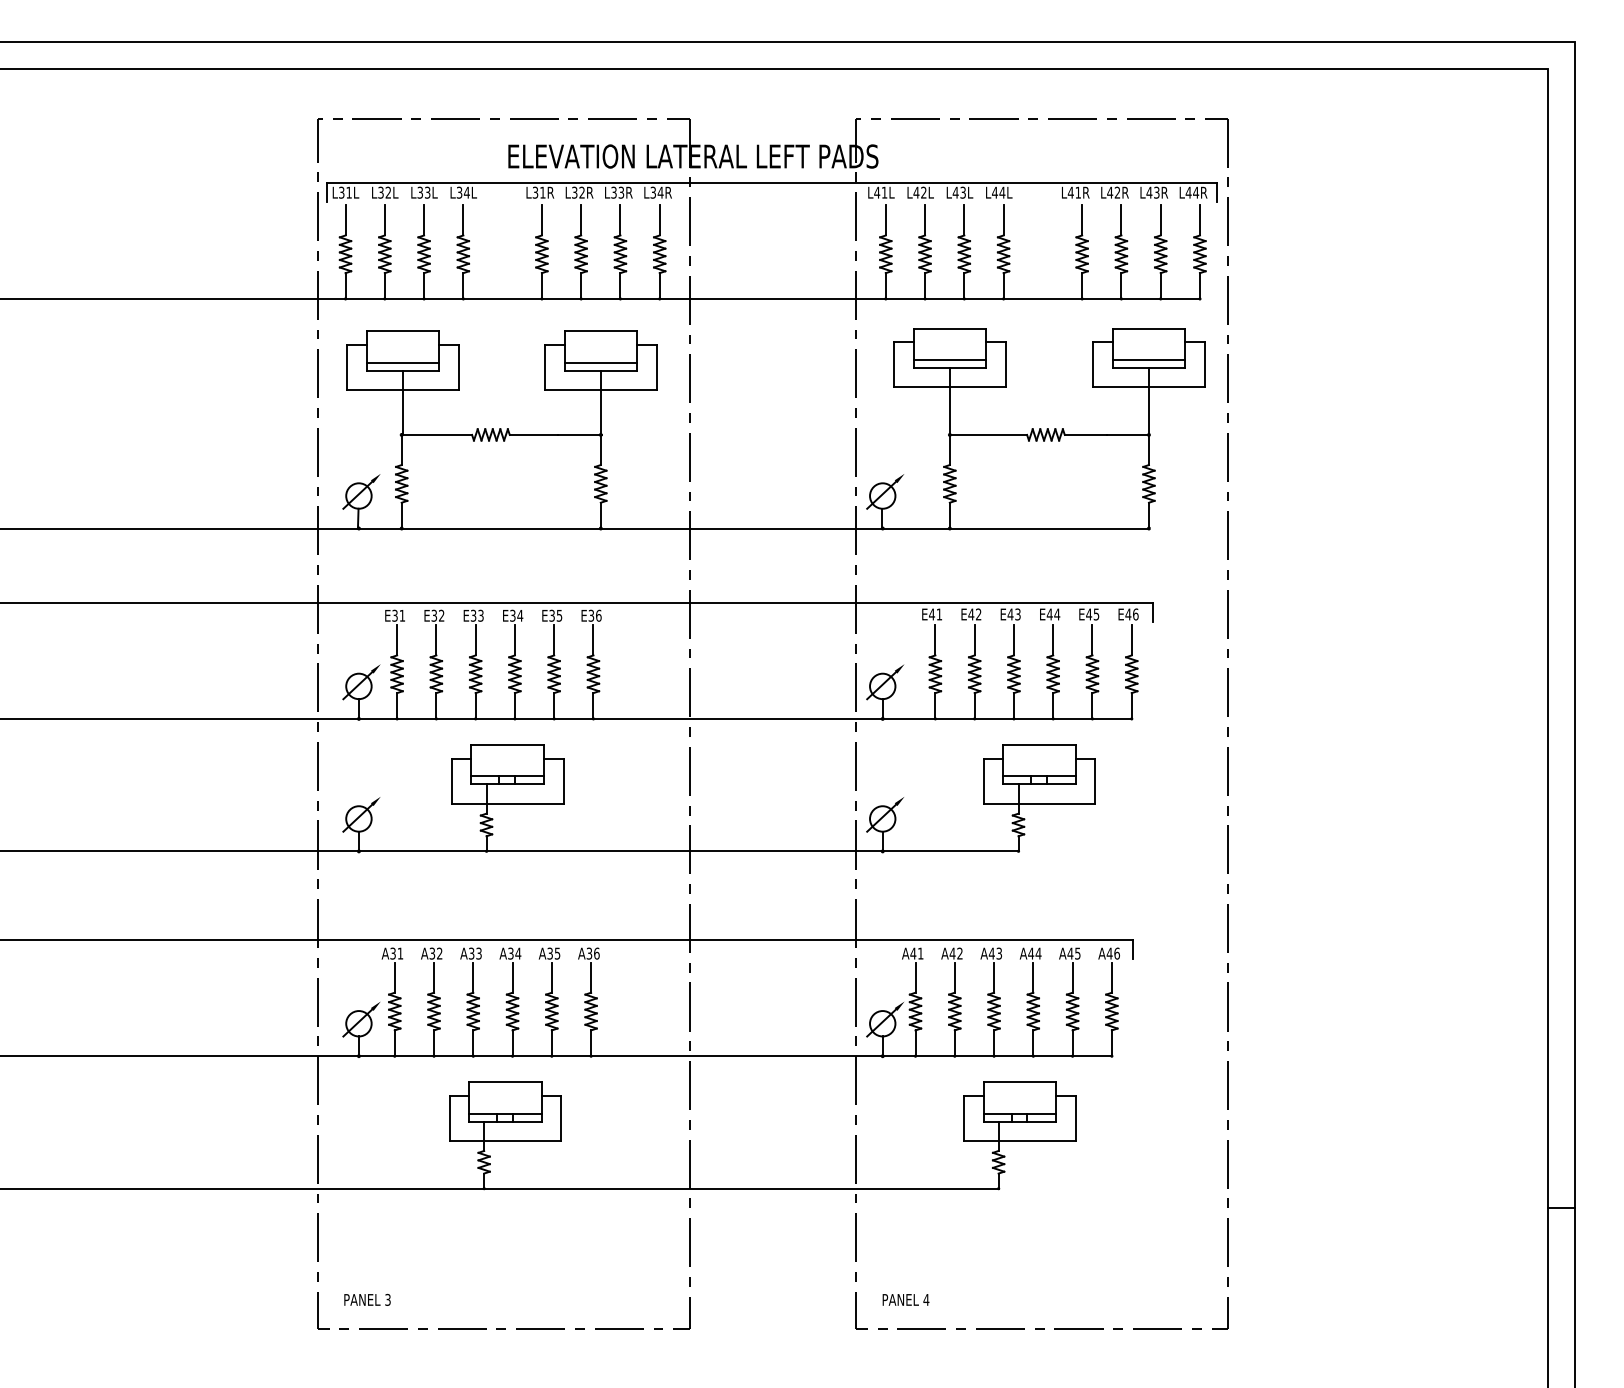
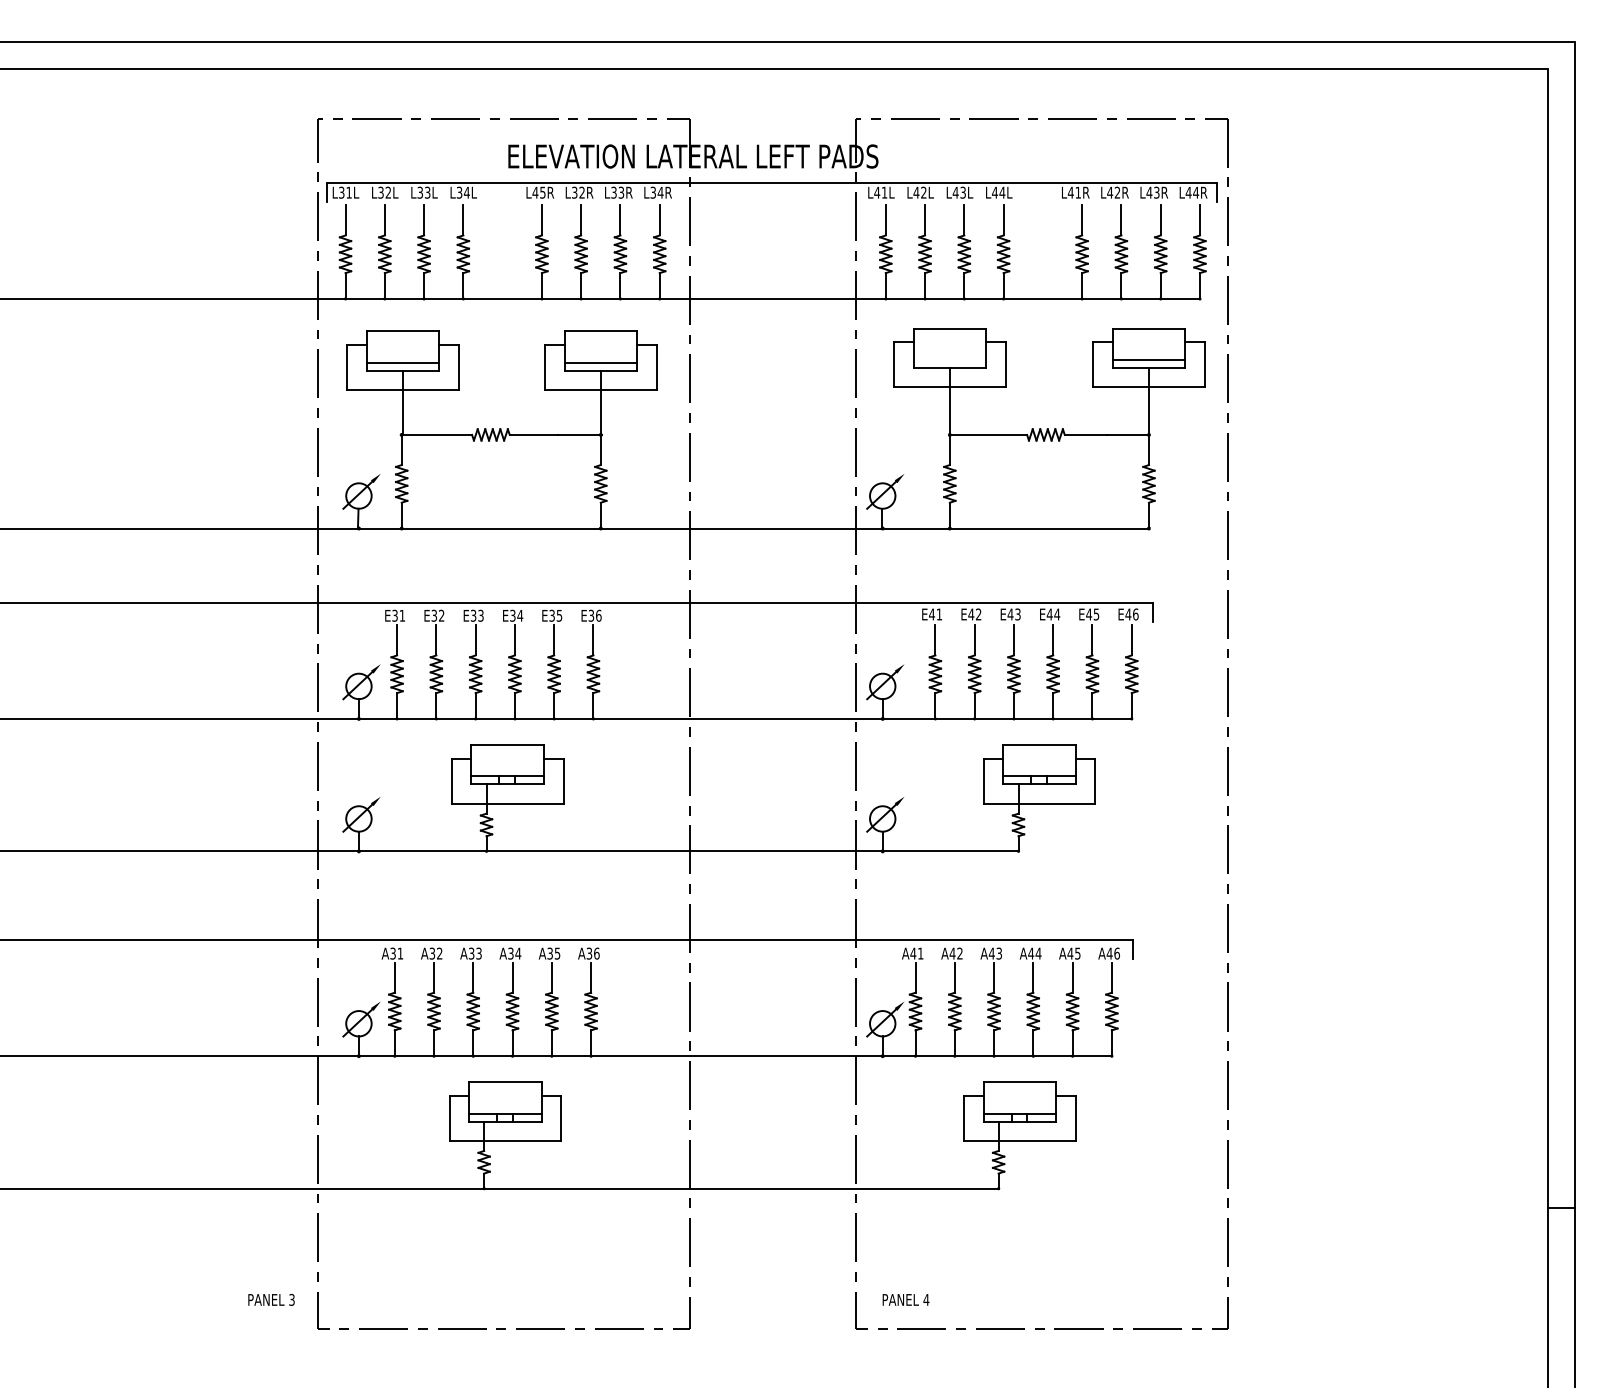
text at (538, 192): L31R -> L45R
line at (949, 359): present -> none
text at (367, 1299) position: (367, 1299) -> (271, 1299)
